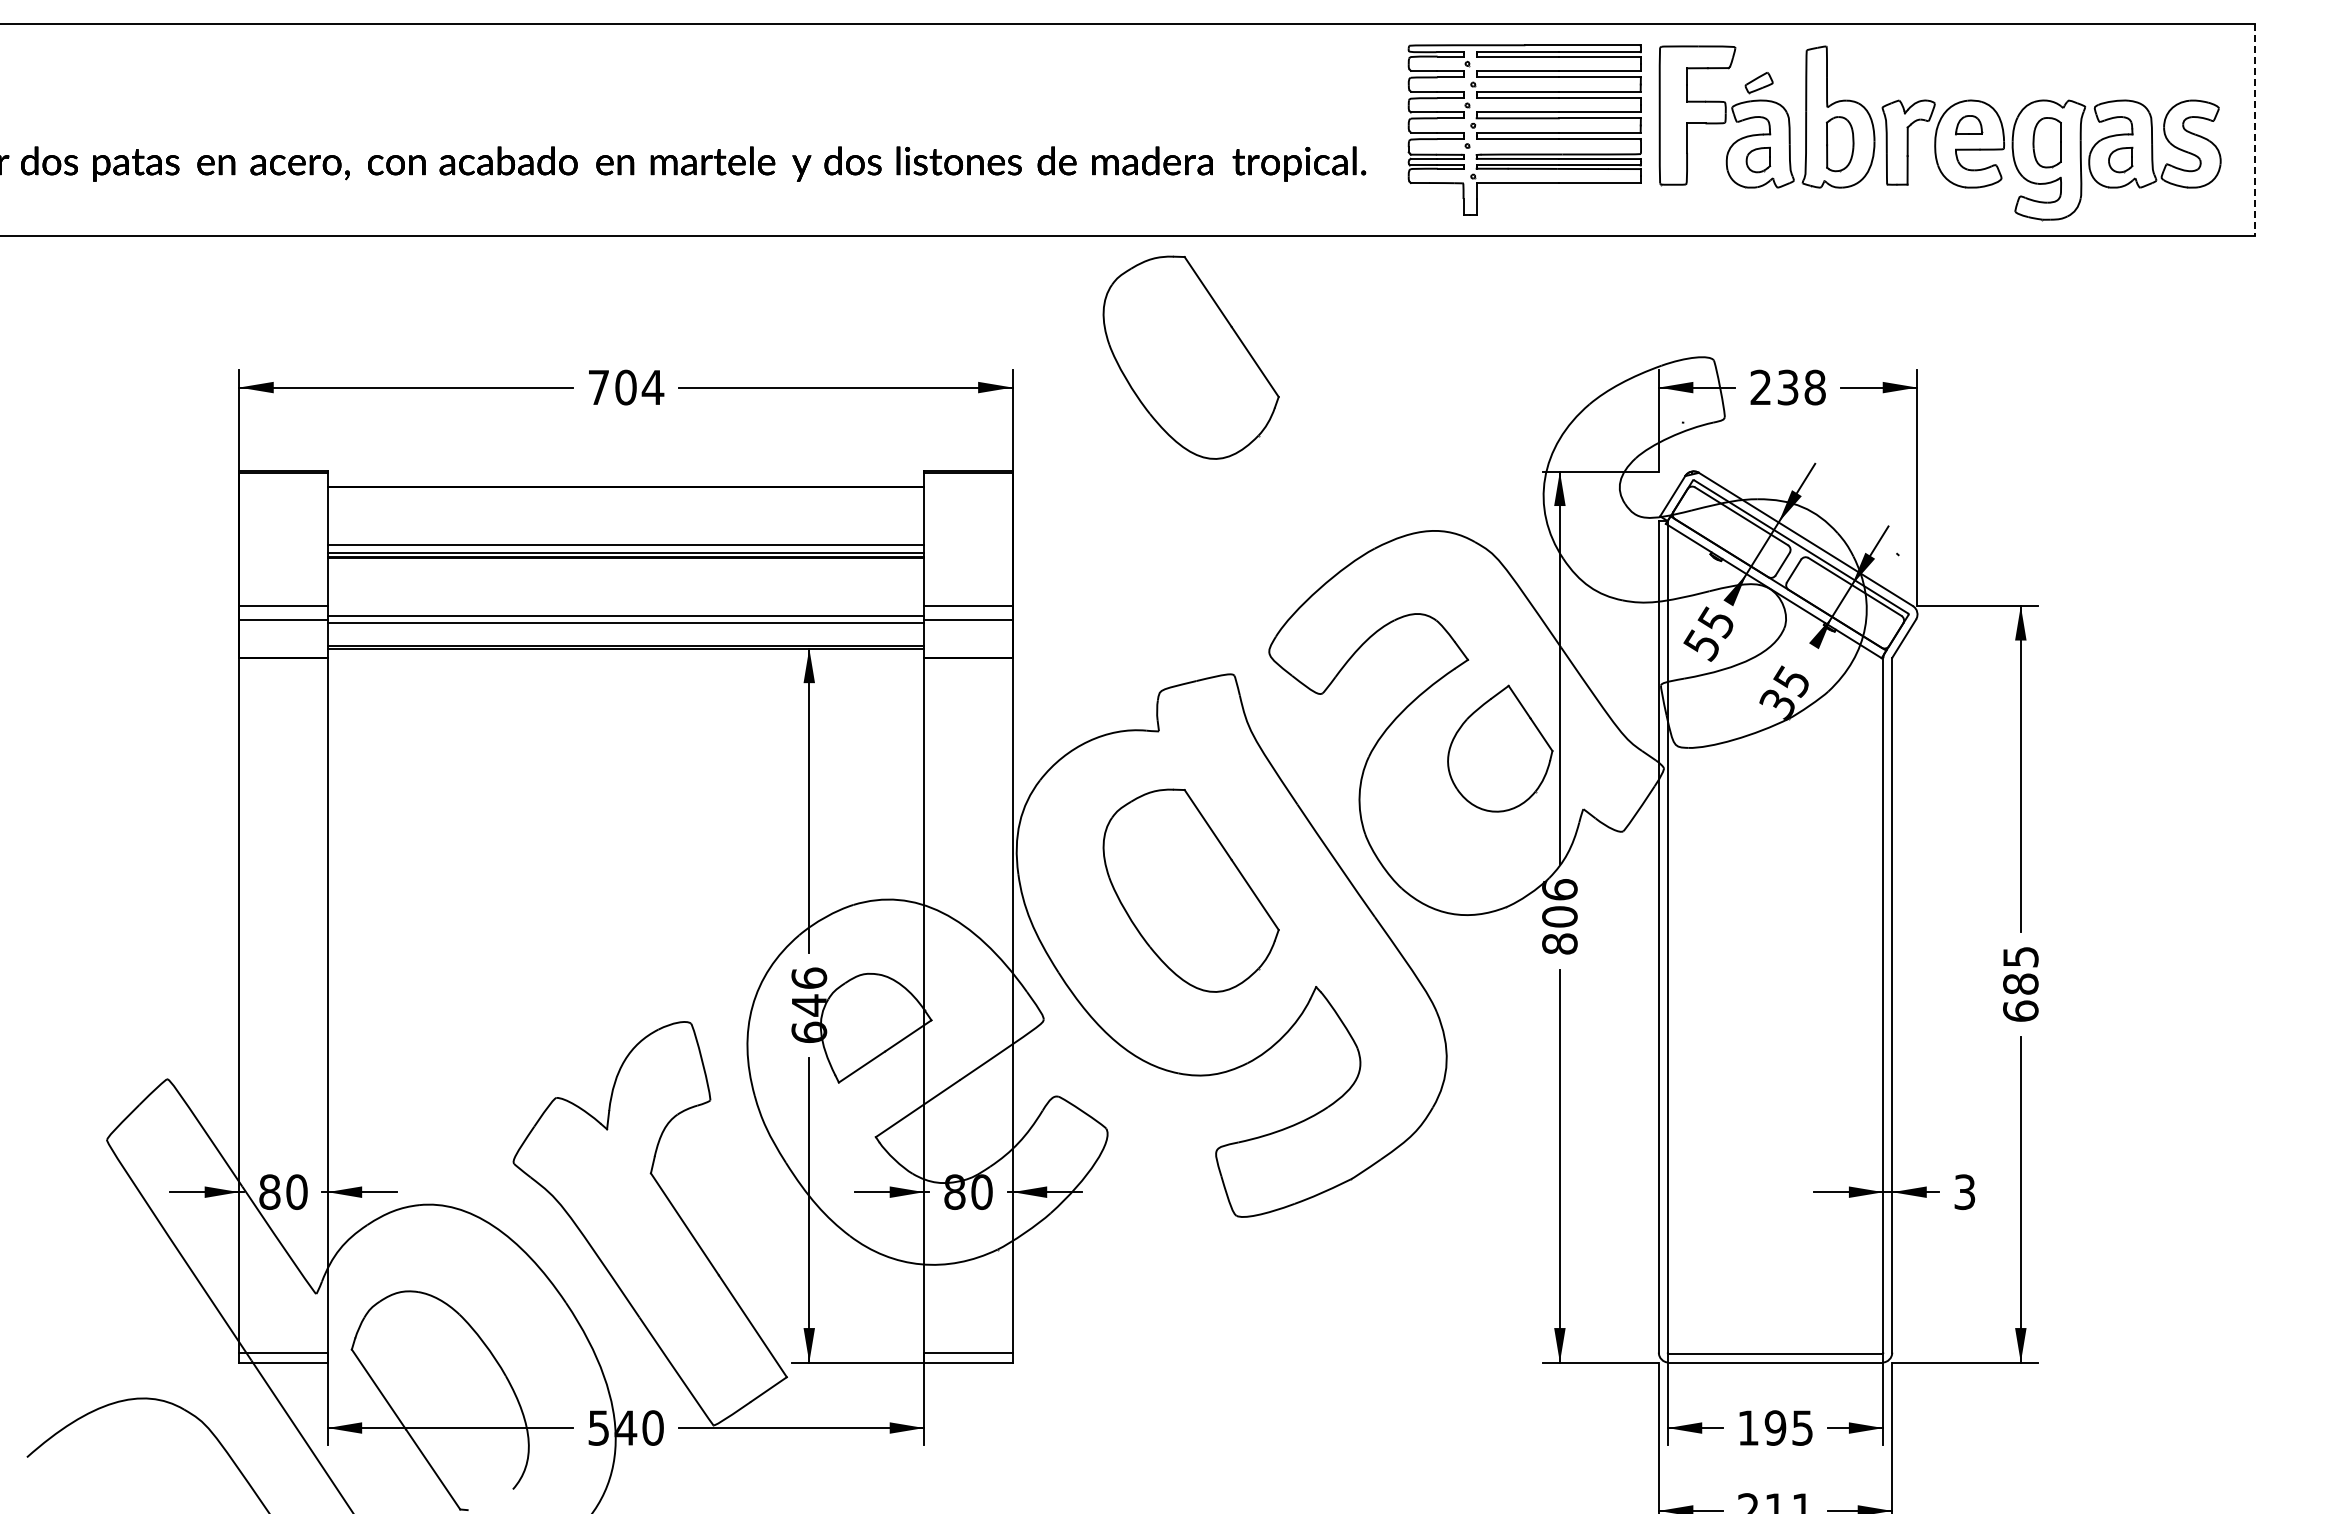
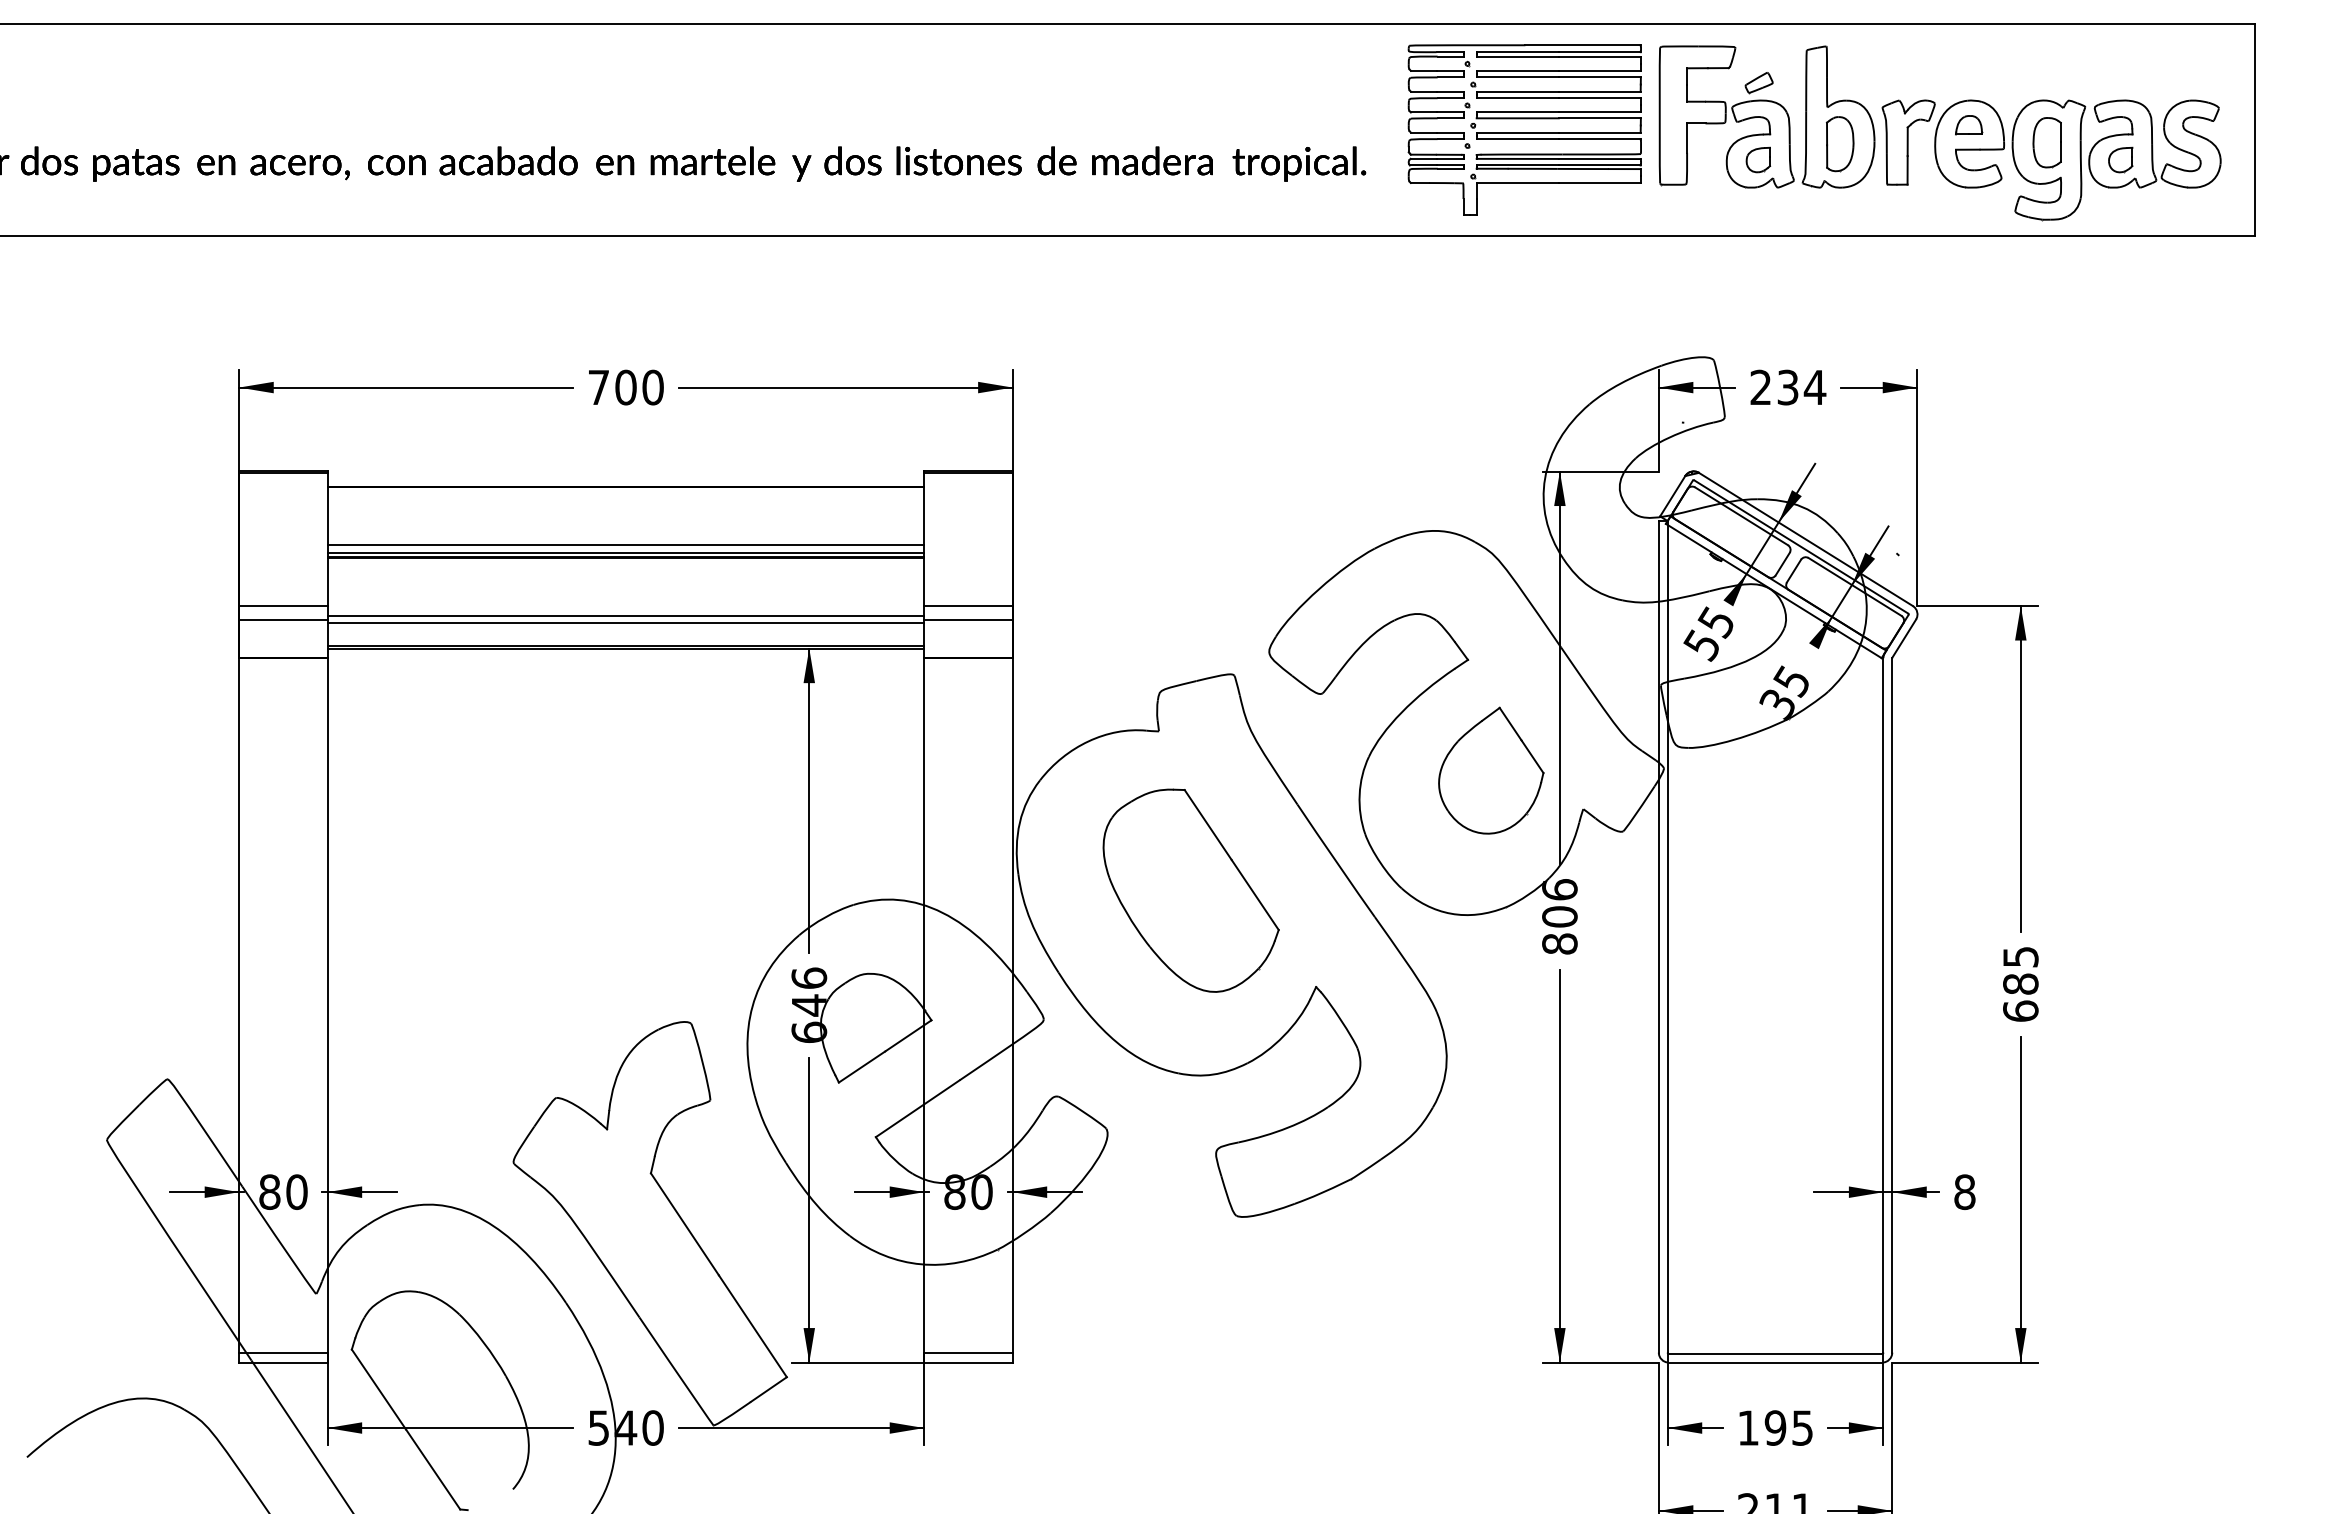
line at (2255, 130): dashed -> solid
part at (1190, 357): present -> none
text at (652, 387): 704 -> 700
text at (1814, 387): 238 -> 234
part at (1500, 748) position: (1500, 748) -> (1491, 770)
text at (1964, 1192): 3 -> 8
